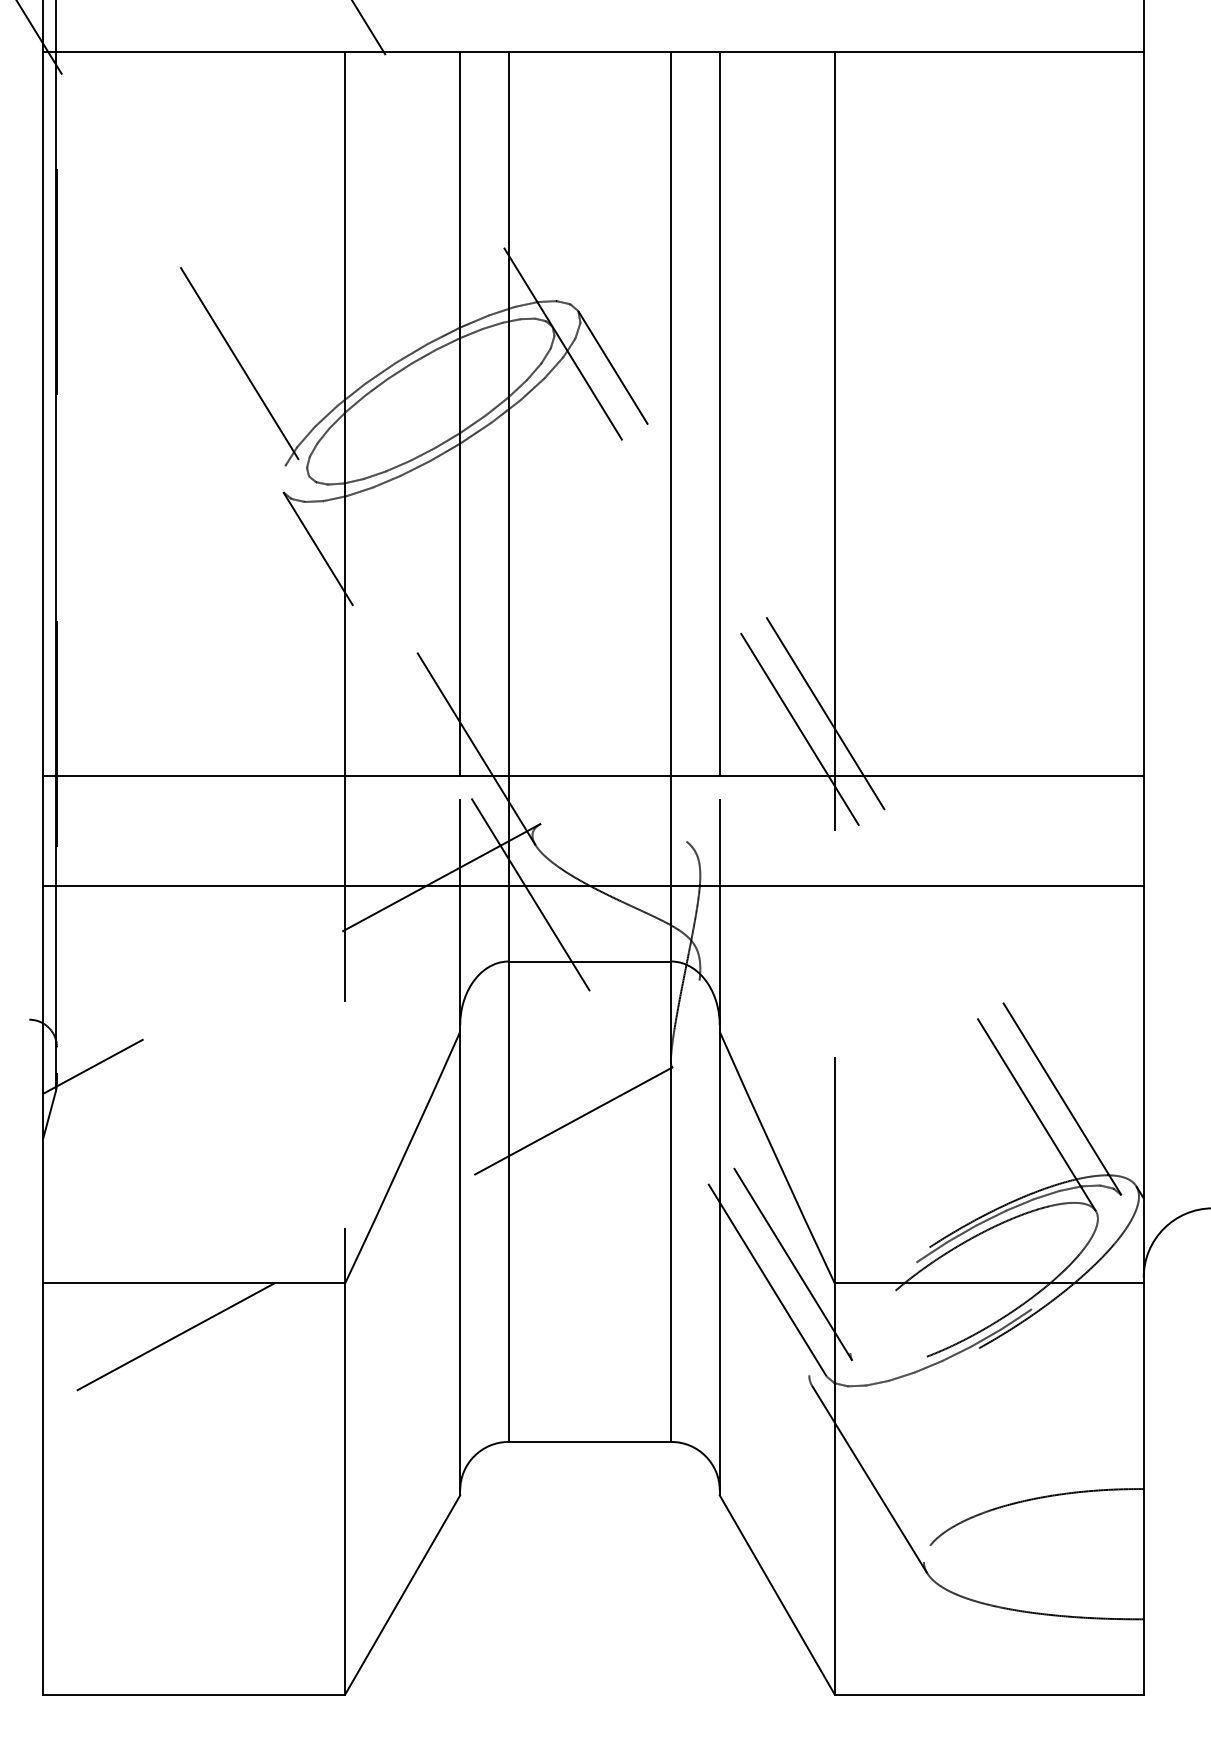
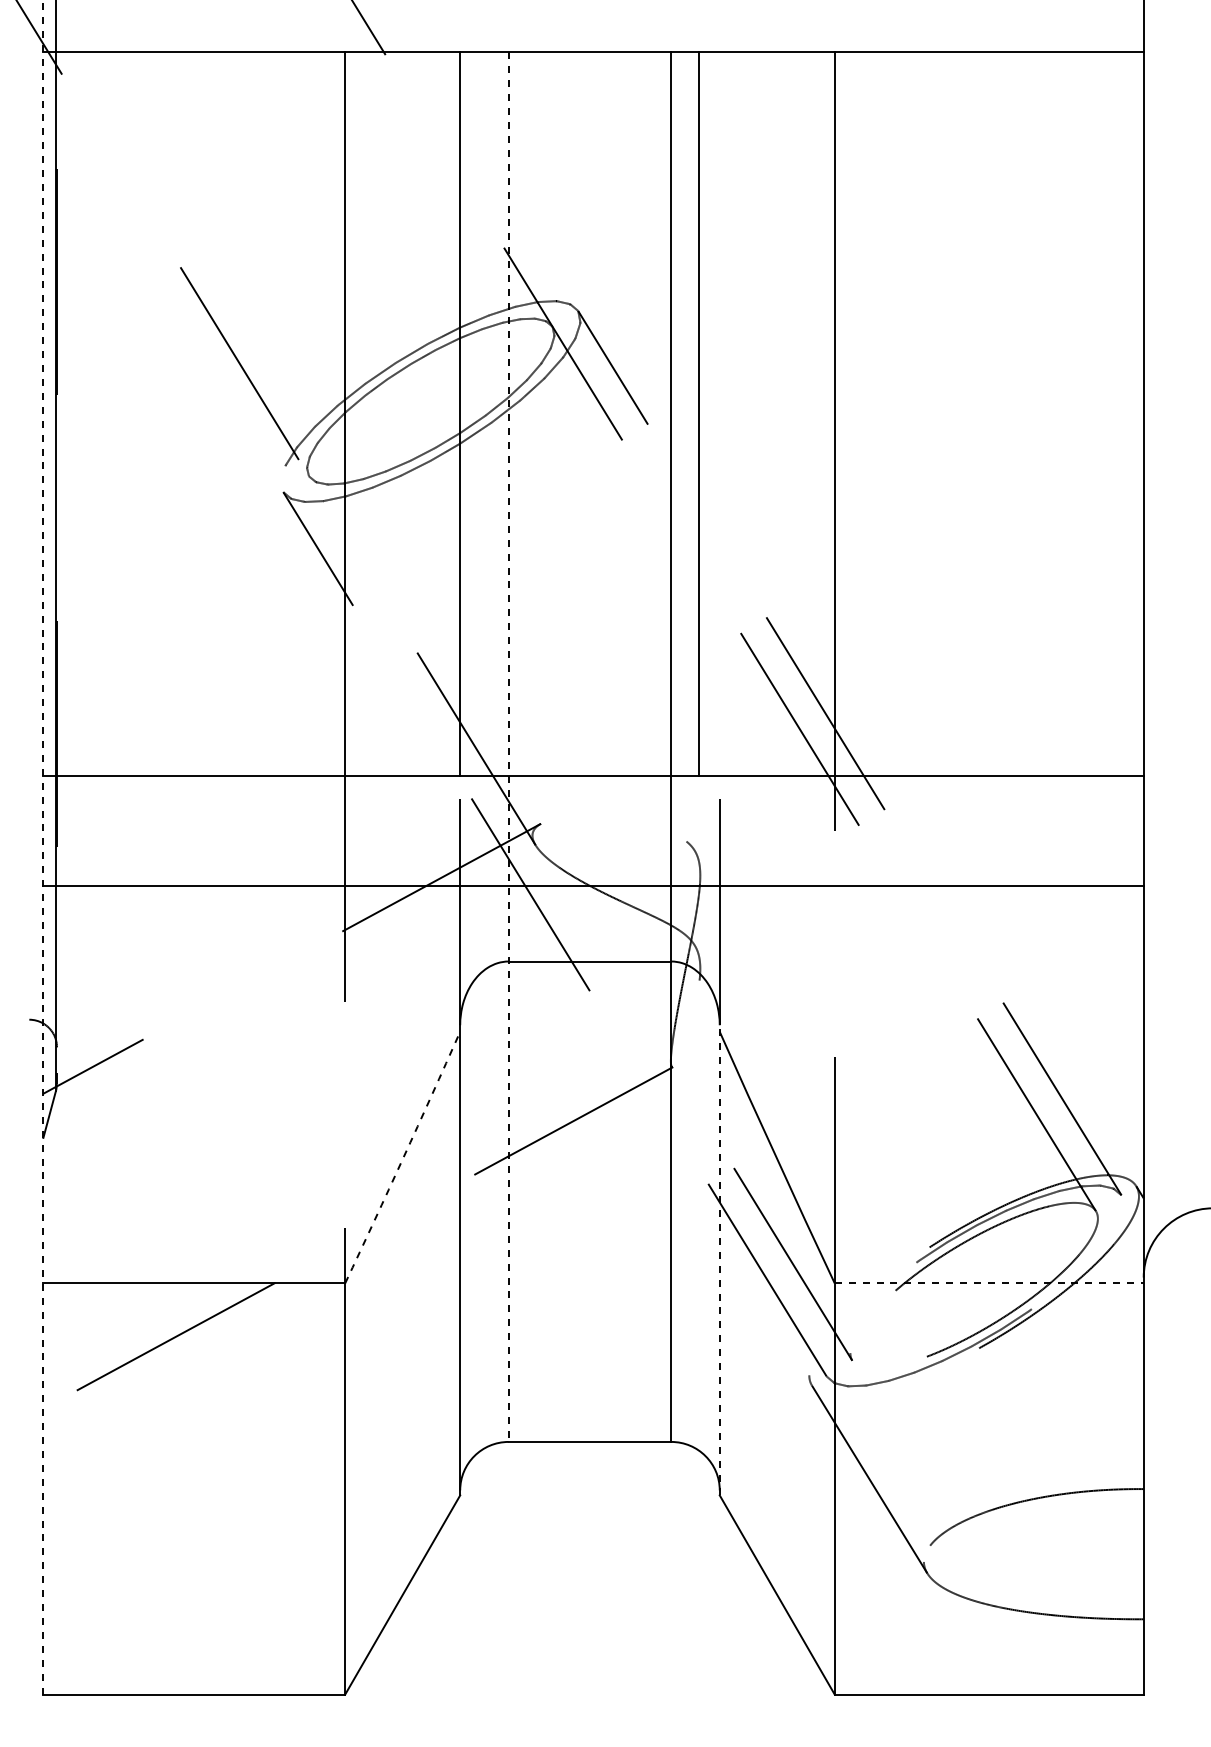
line at (719, 413) position: (719, 413) -> (698, 413)
line at (508, 747): solid -> dashed
line at (43, 847): solid -> dashed
arc at (403, 1157): solid -> dashed
line at (719, 1259): solid -> dashed
line at (989, 1283): solid -> dashed
